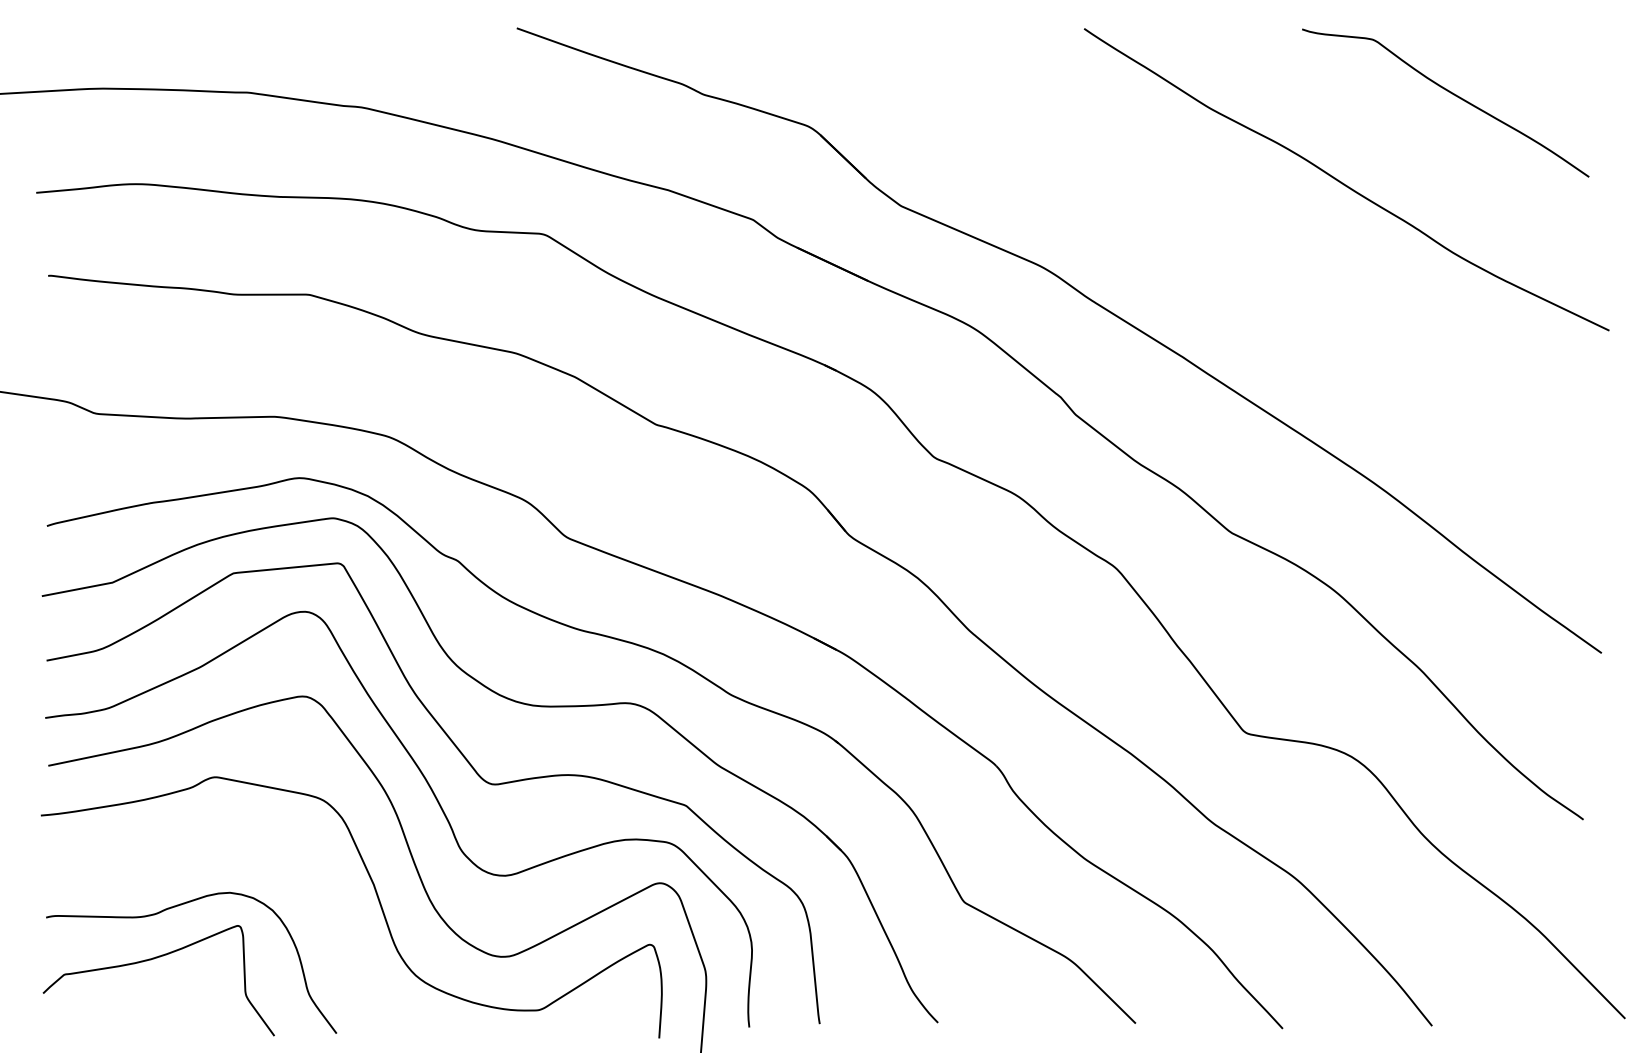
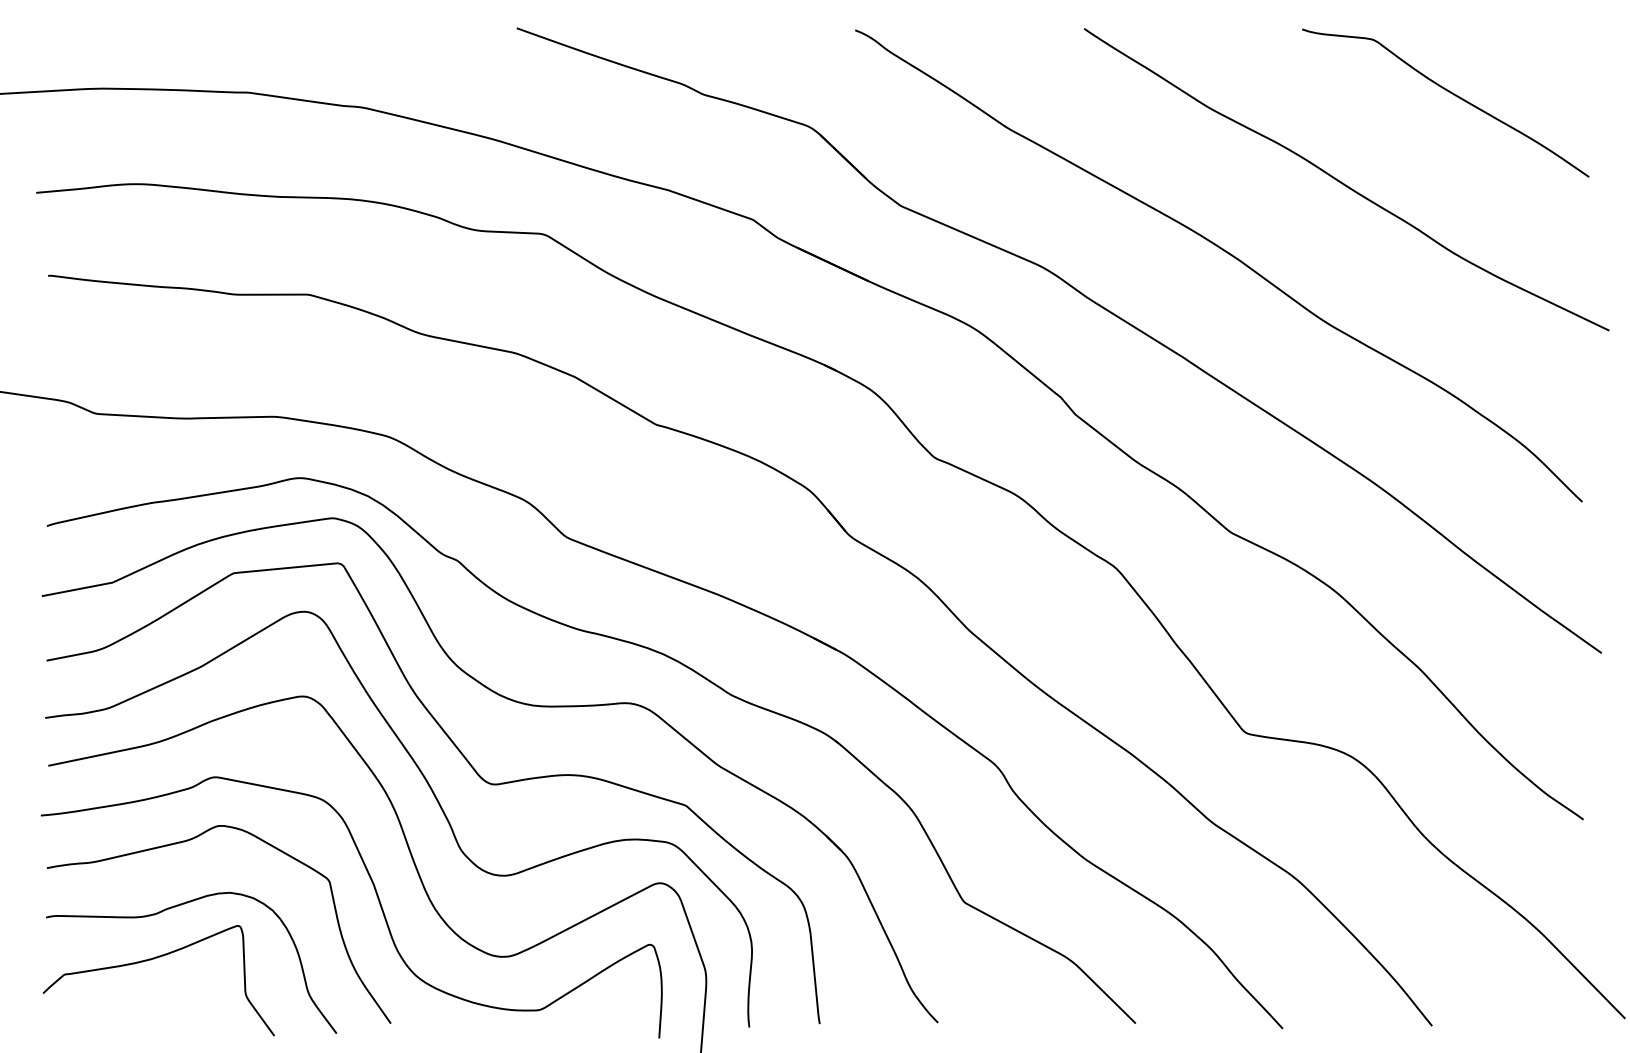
curve at (1225, 252): none -> present
curve at (188, 841): none -> present
